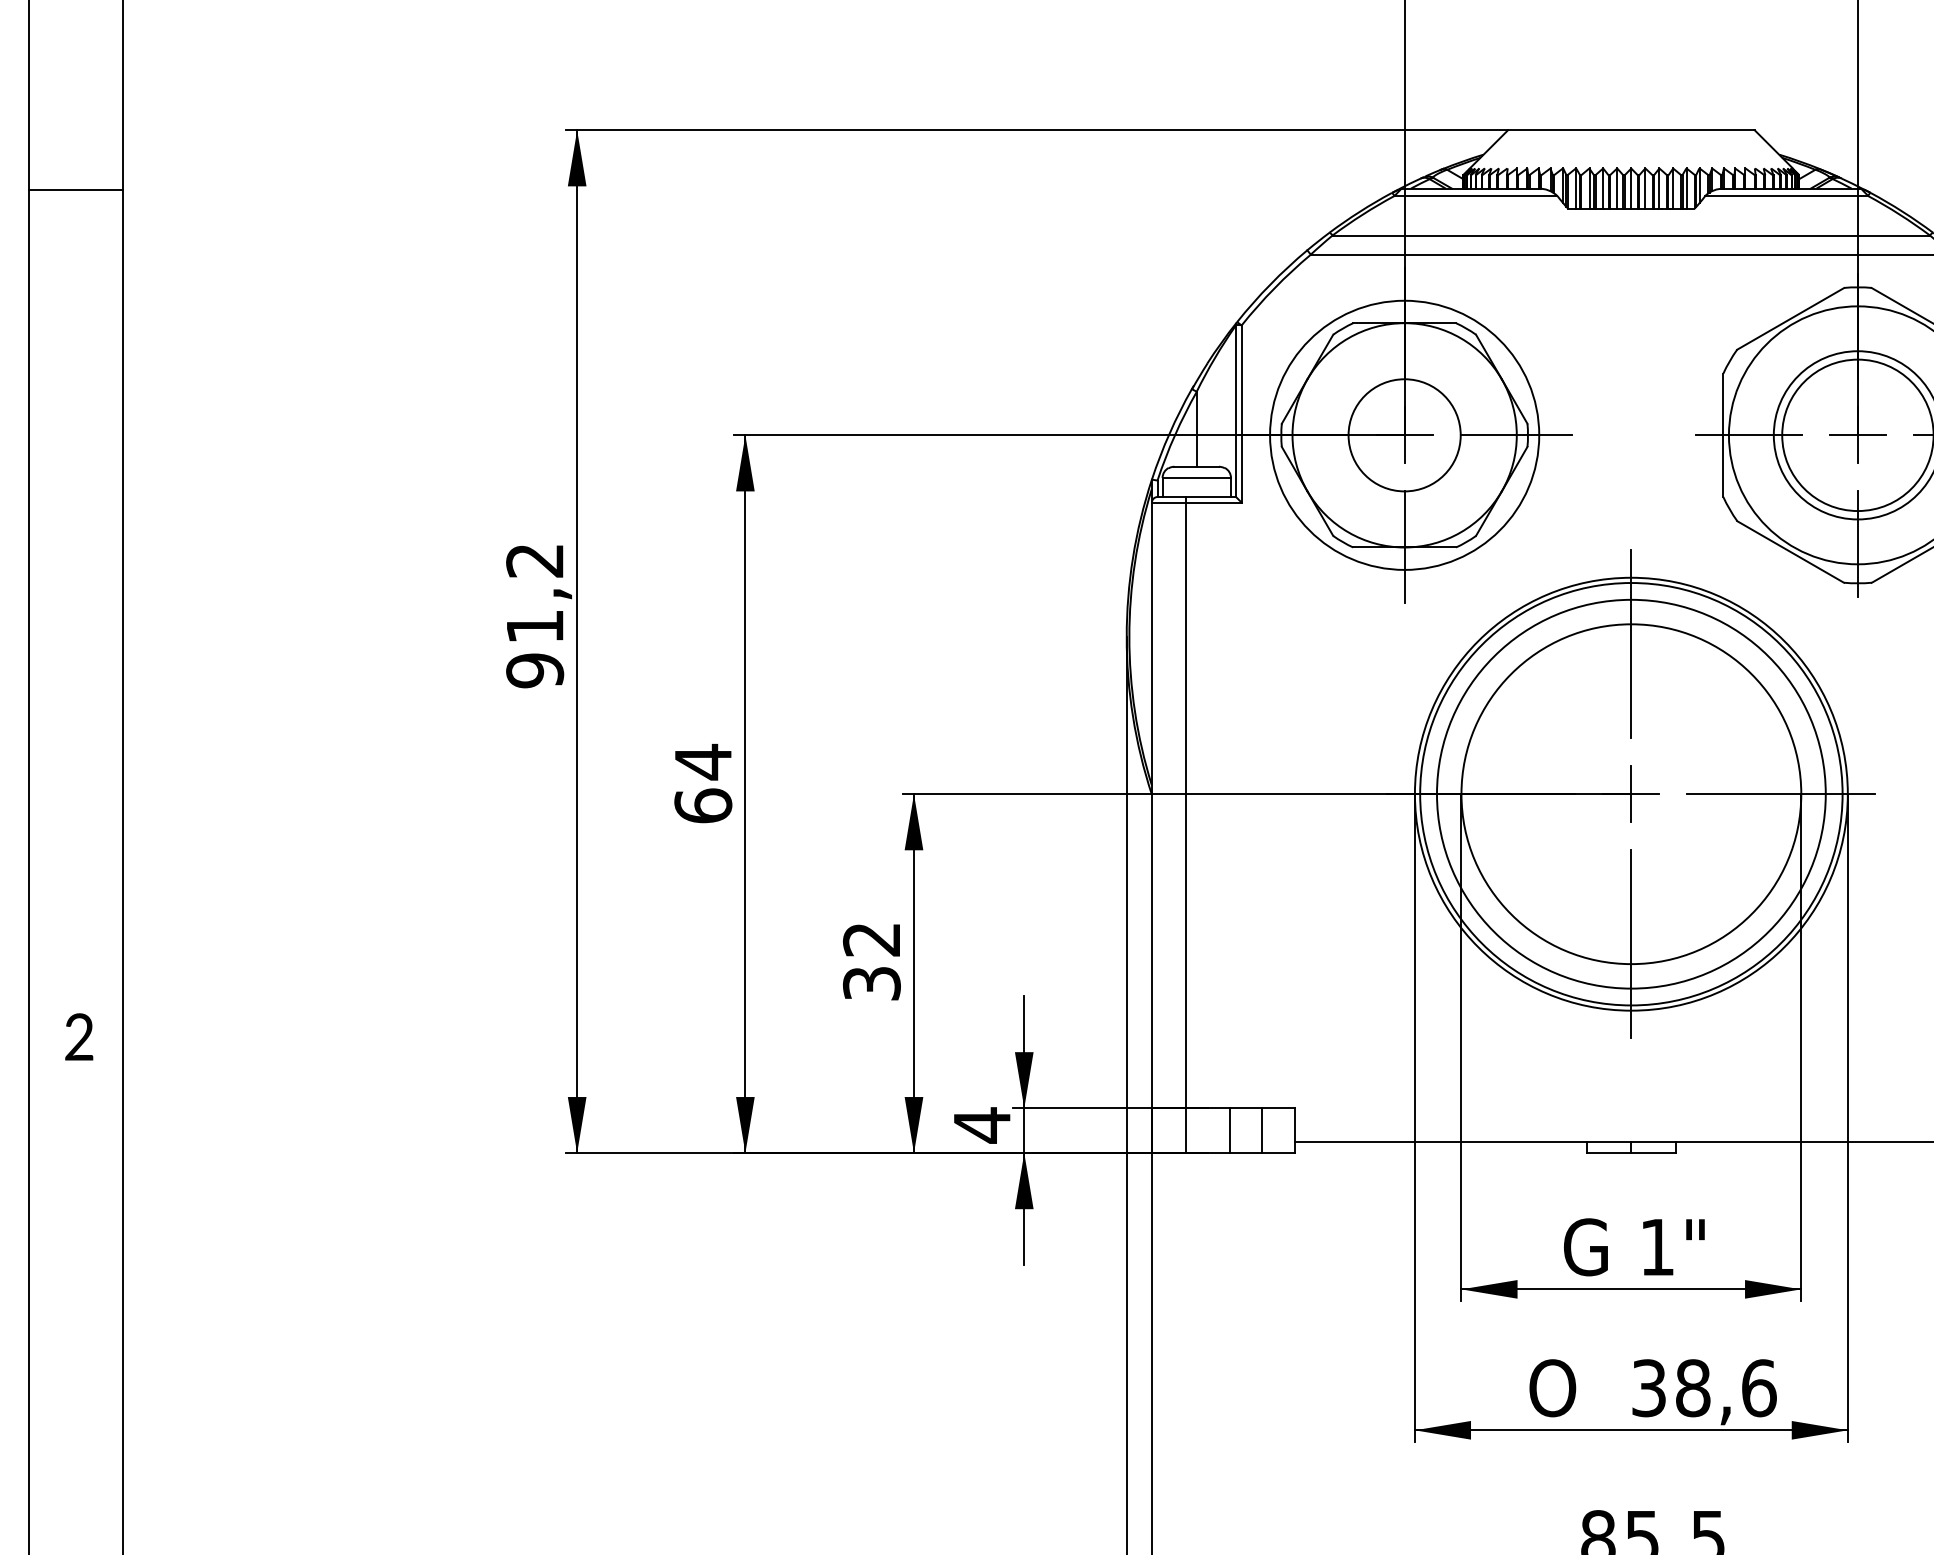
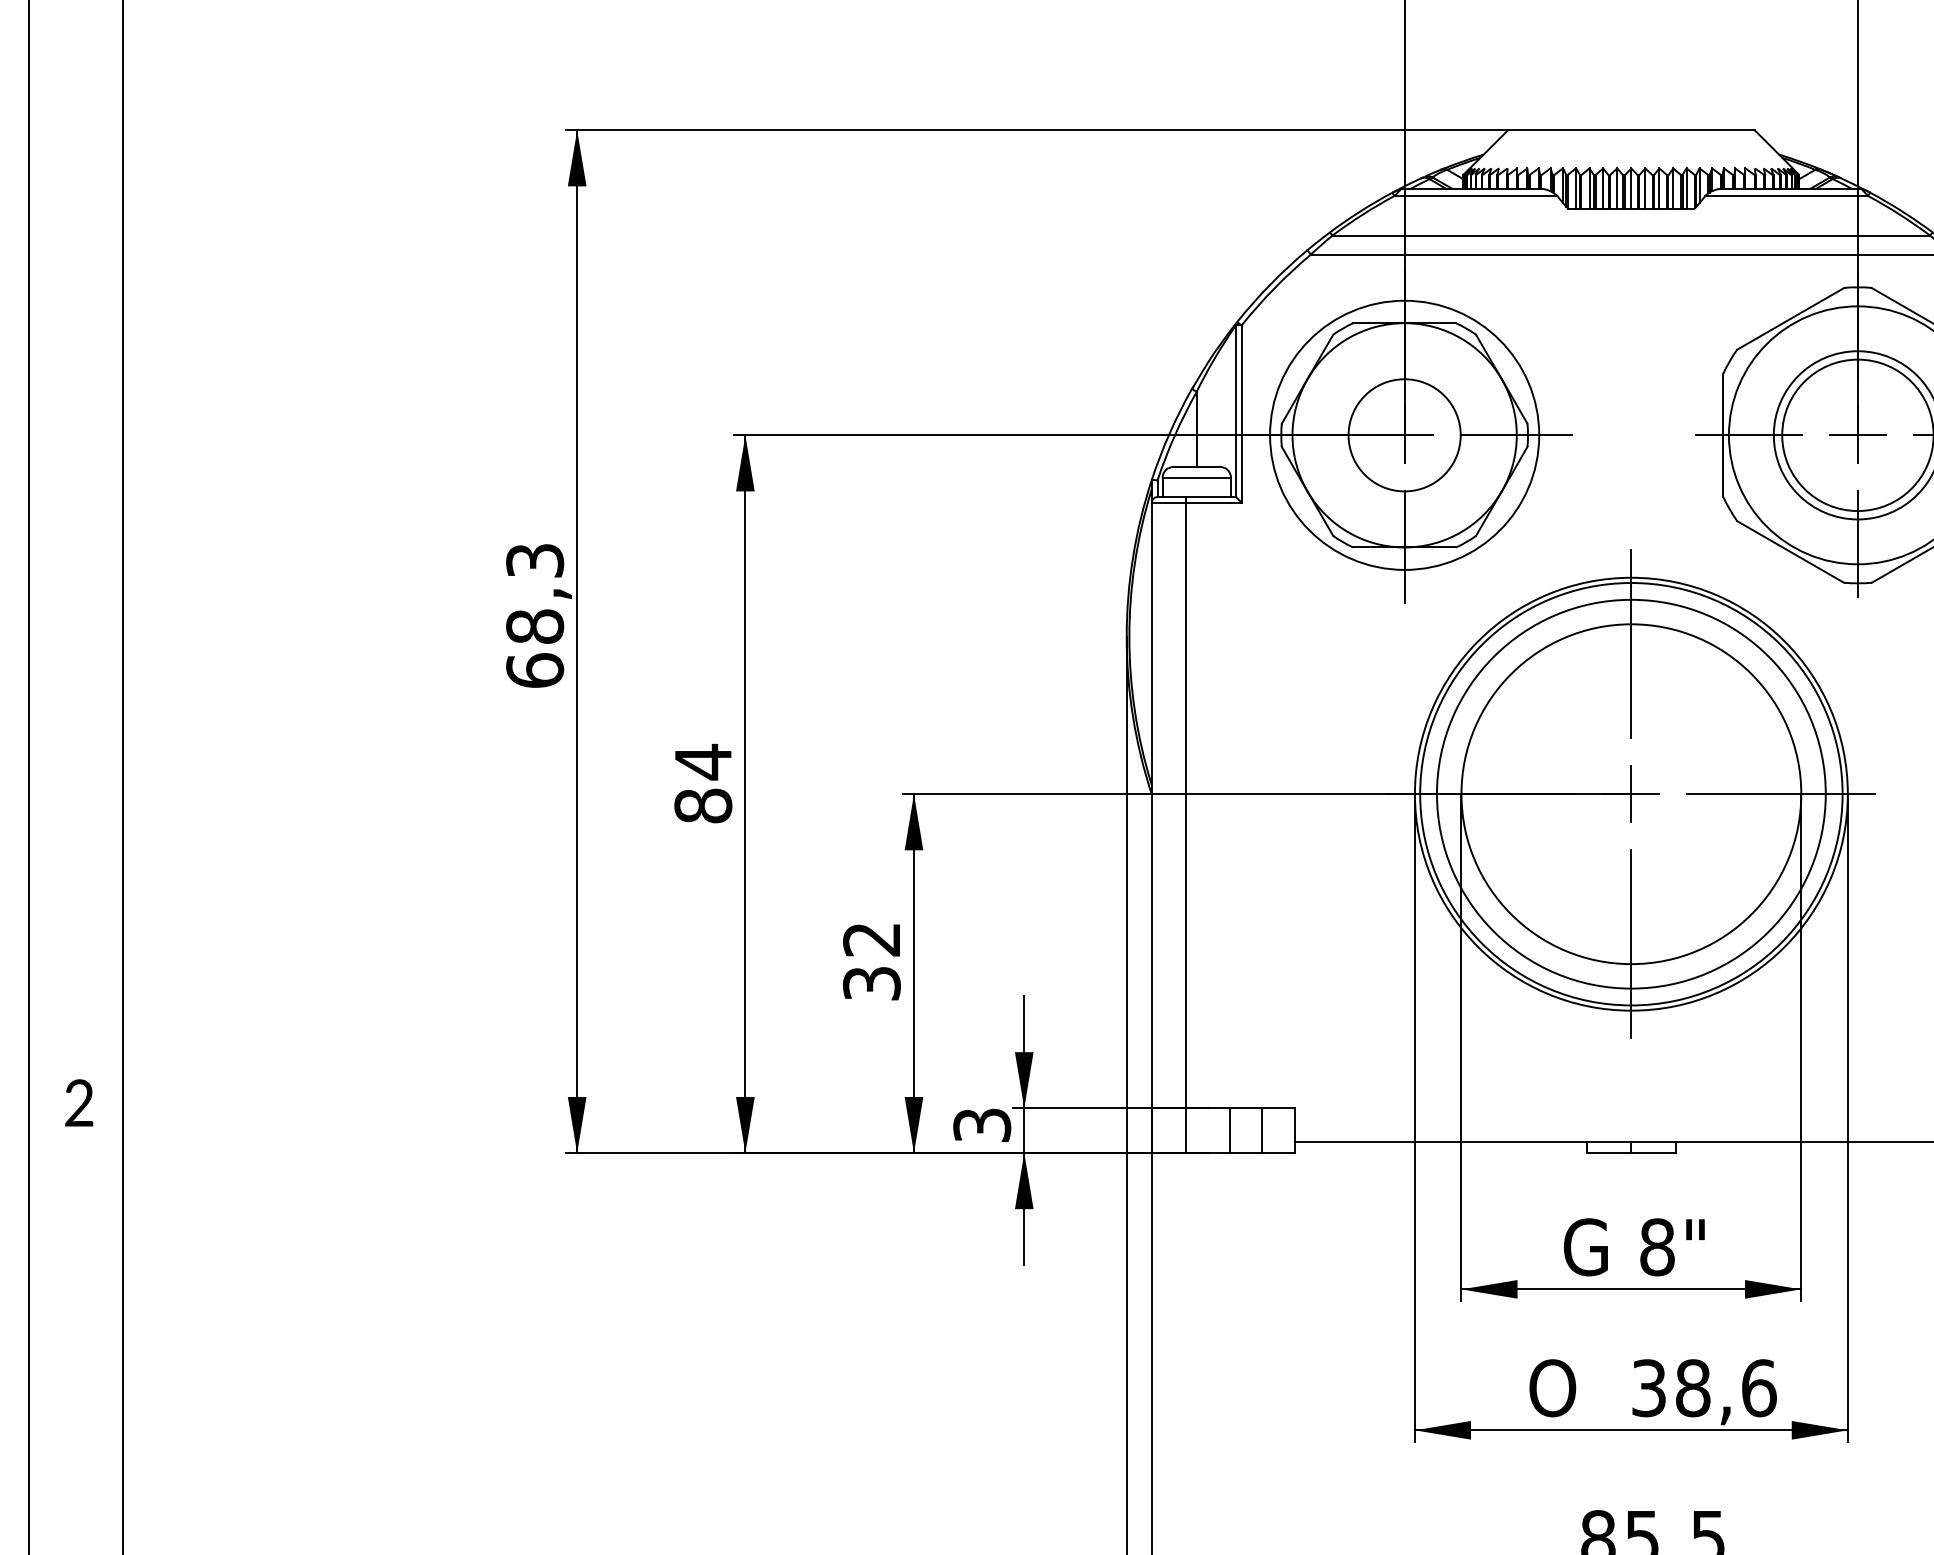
line at (75, 190): present -> none
text at (535, 616): 91,2 -> 68,3
text at (703, 805): 64 -> 84
text at (79, 1036) position: (79, 1036) -> (79, 1102)
text at (982, 1125): 4 -> 3
text at (1657, 1247): 1" -> 8"
